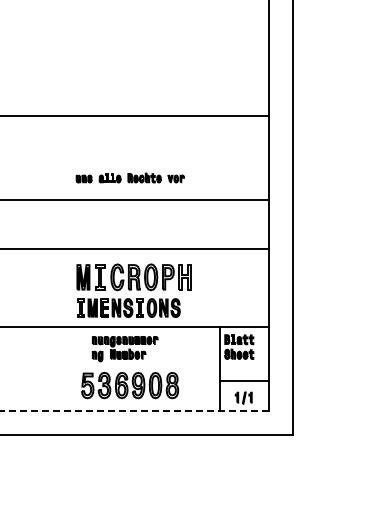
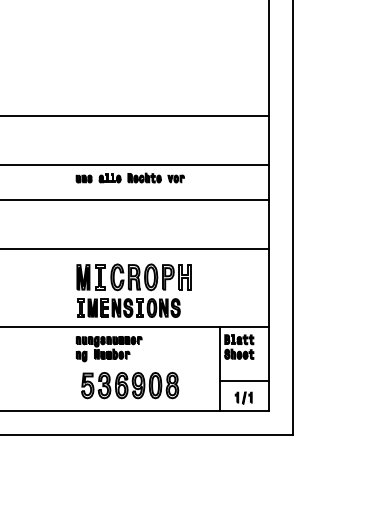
line at (135, 165): none -> present
part at (124, 349) position: (124, 349) -> (108, 349)
line at (134, 410): dashed -> solid
